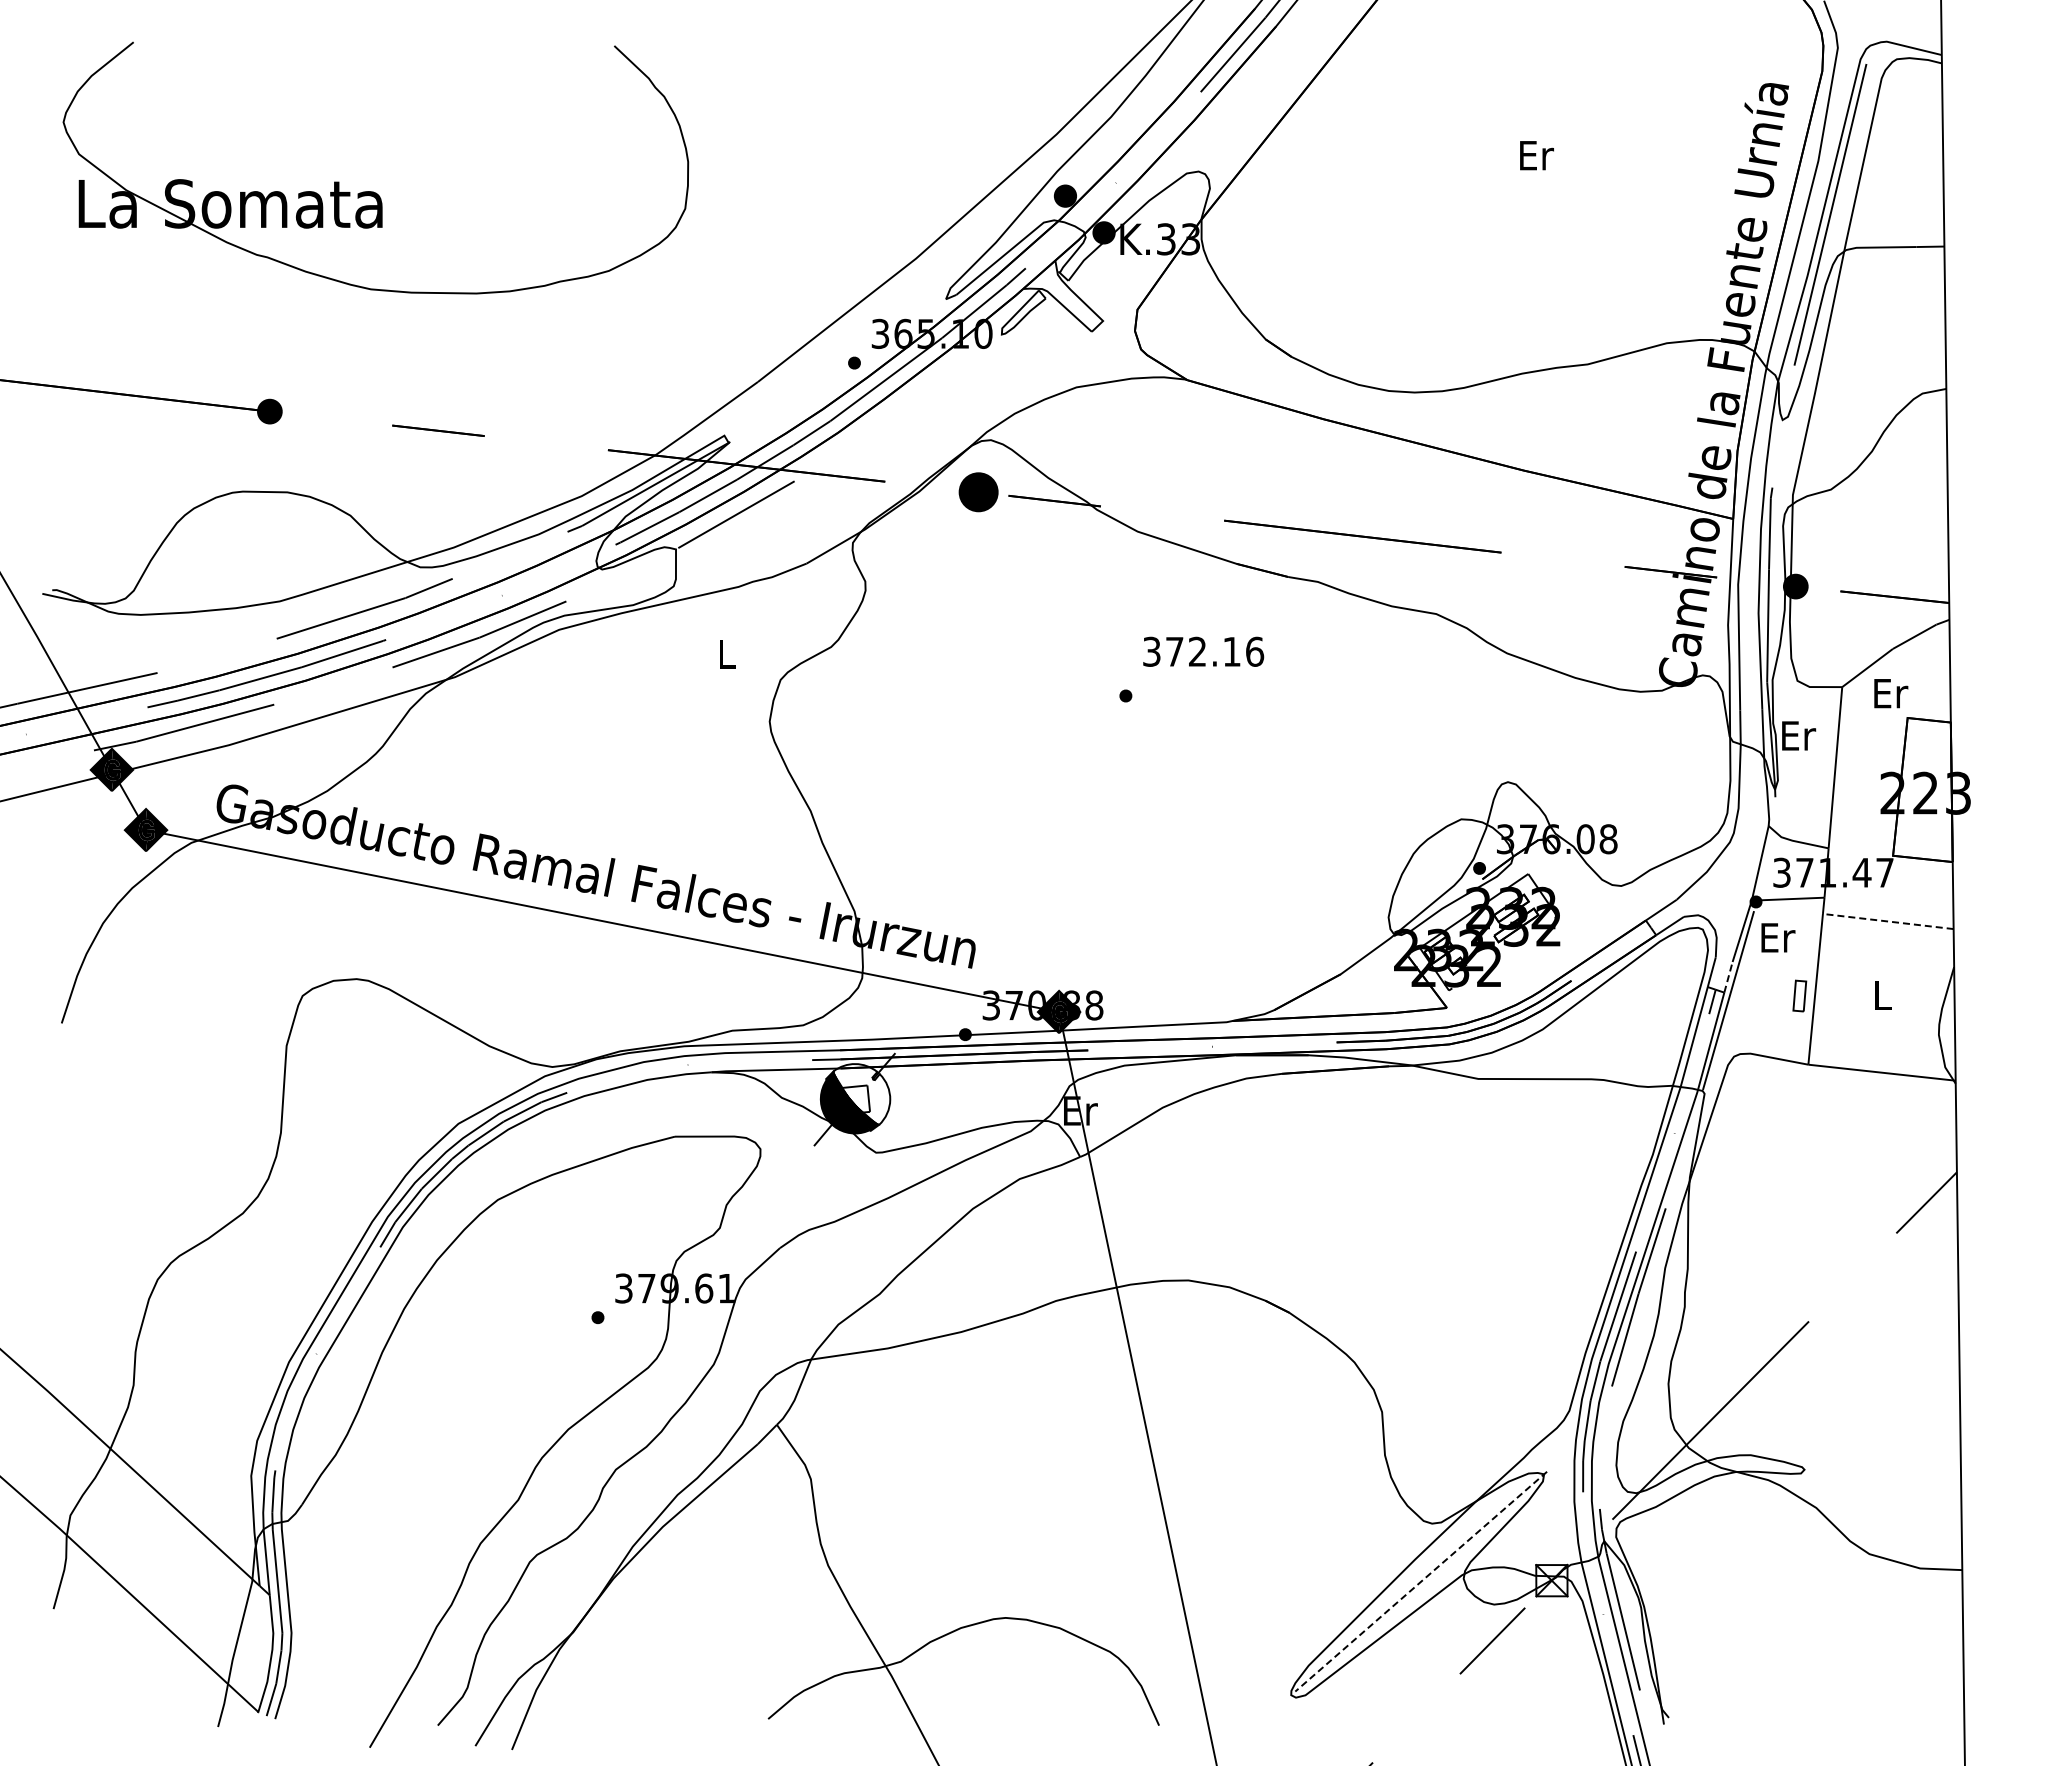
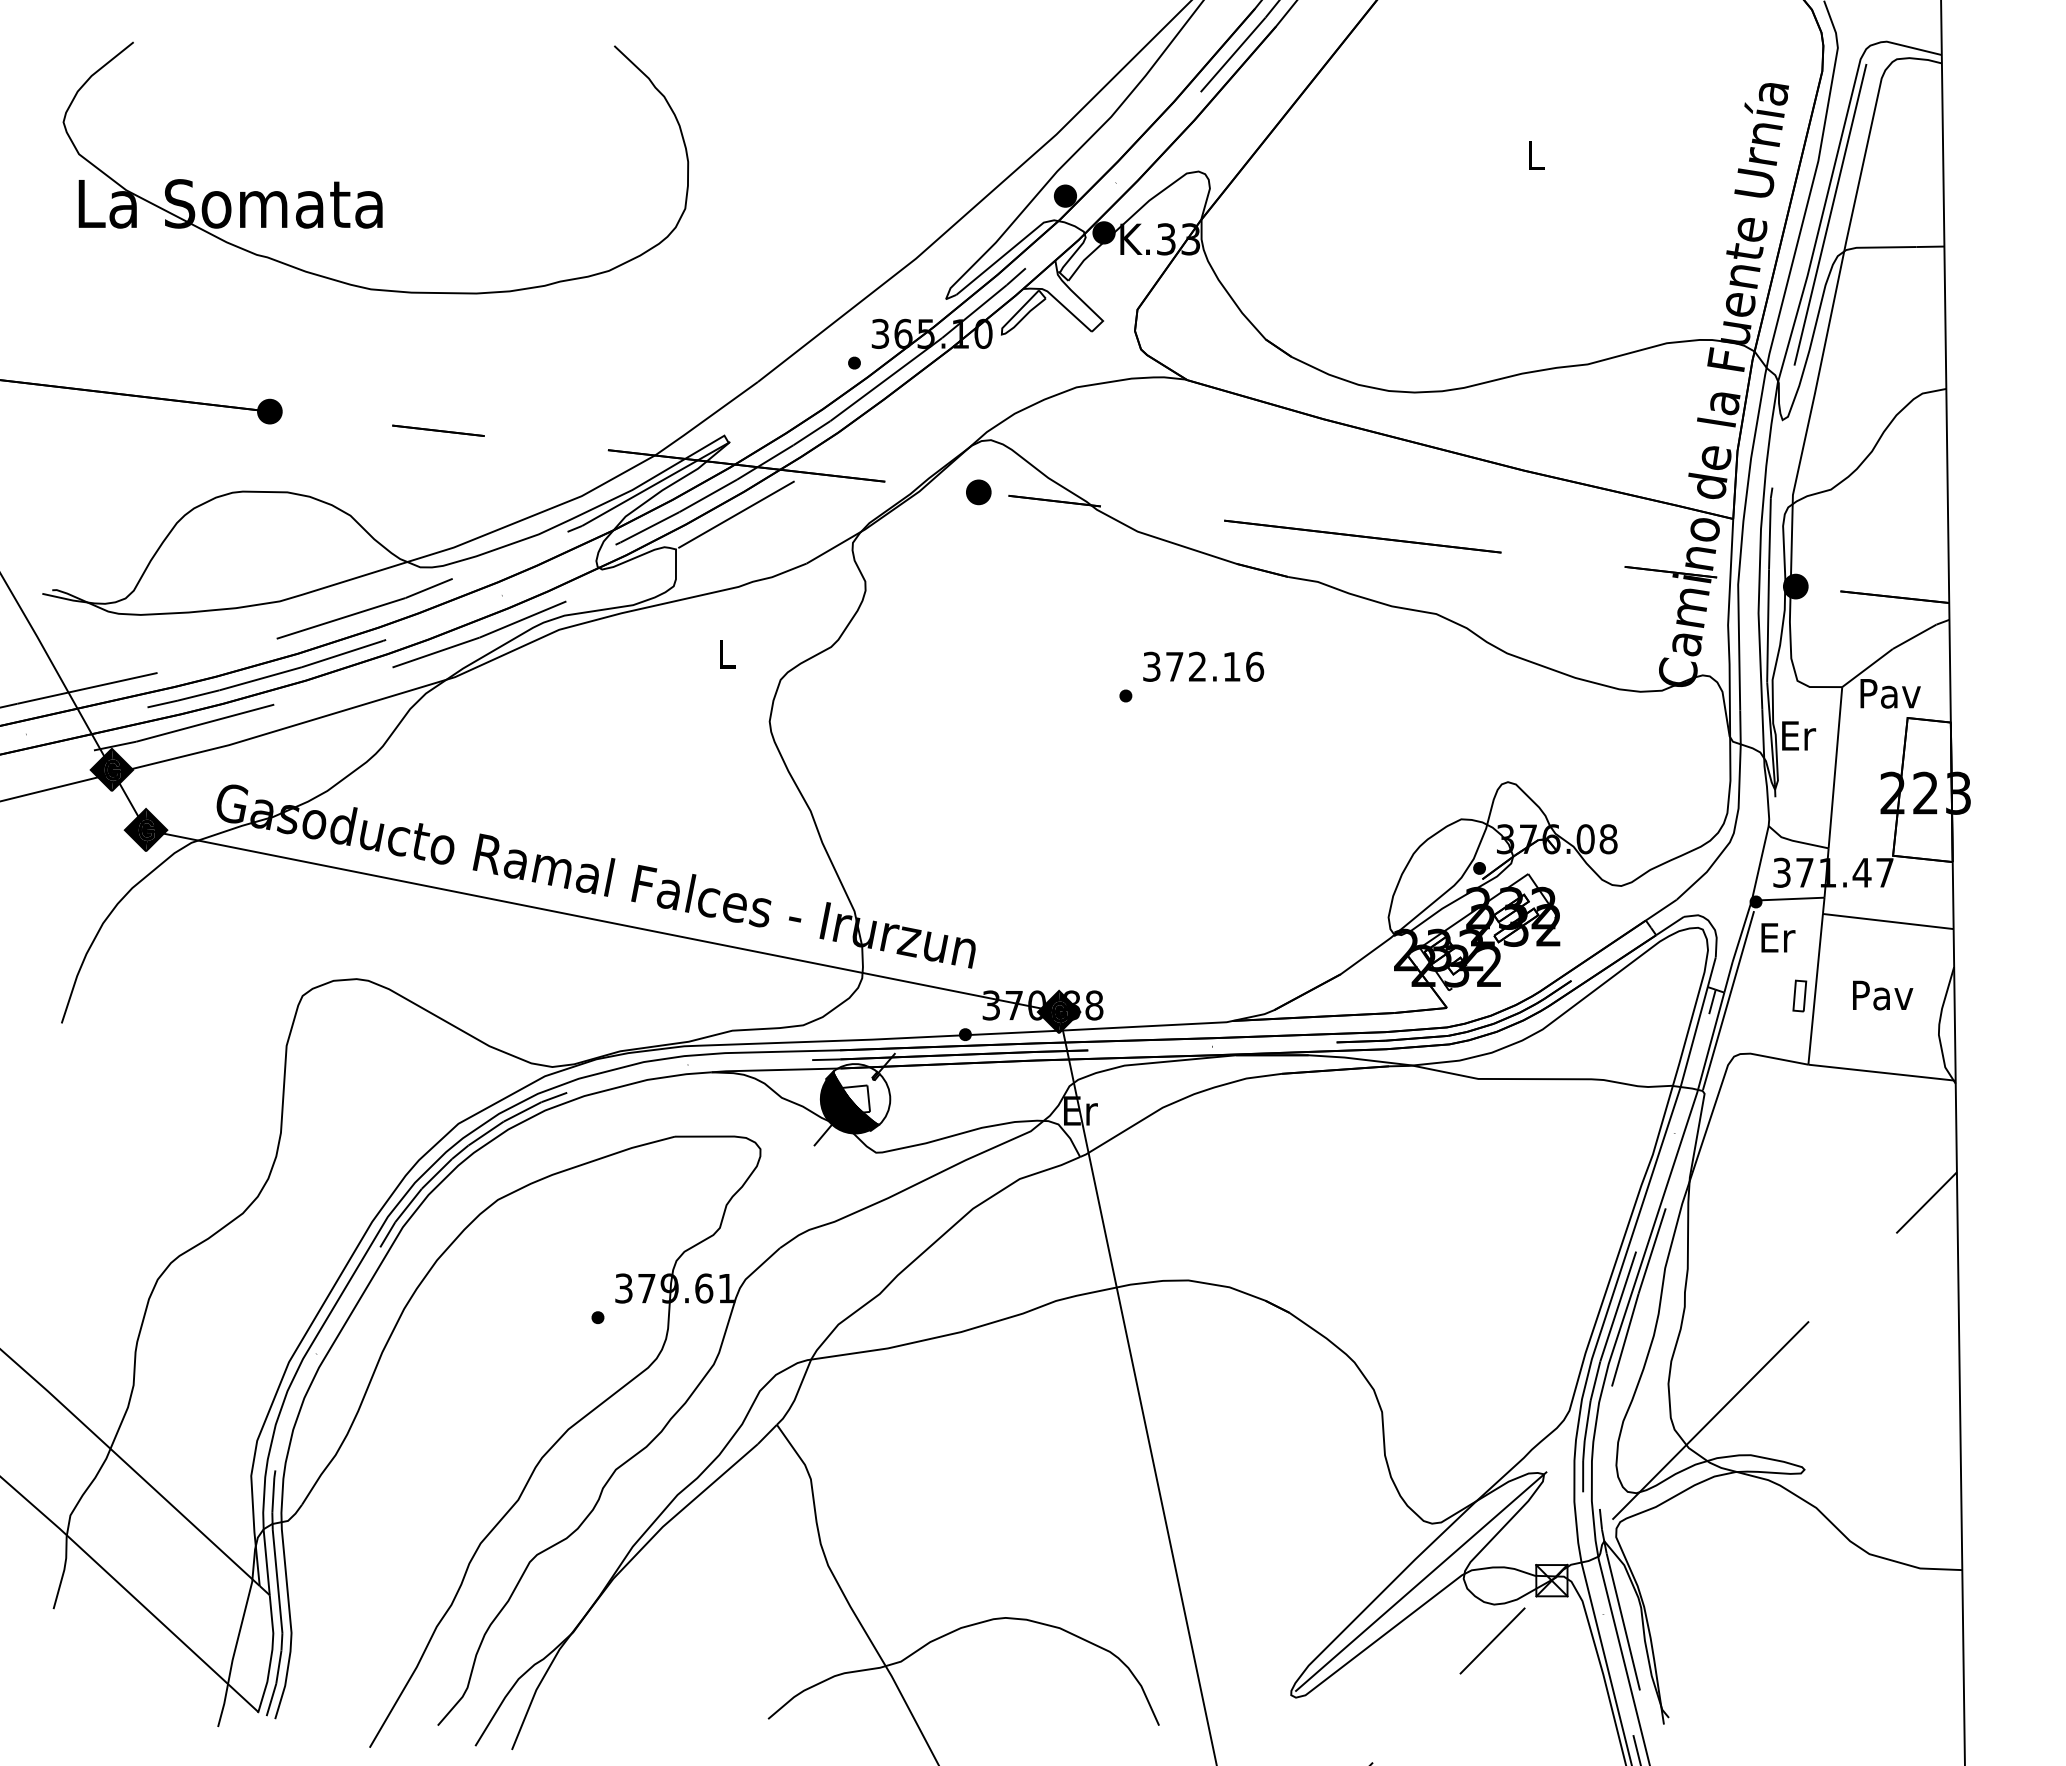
text at (1536, 155): Er -> L
part at (978, 492) size: 41x41 px -> 26x27 px
text at (1203, 651) position: (1203, 651) -> (1203, 666)
text at (1890, 693): Er -> Pav
line at (1888, 921): dashed -> solid
line at (1728, 977): dashed -> solid
text at (1883, 995): L -> Pav
line at (1420, 1582): dashed -> solid
